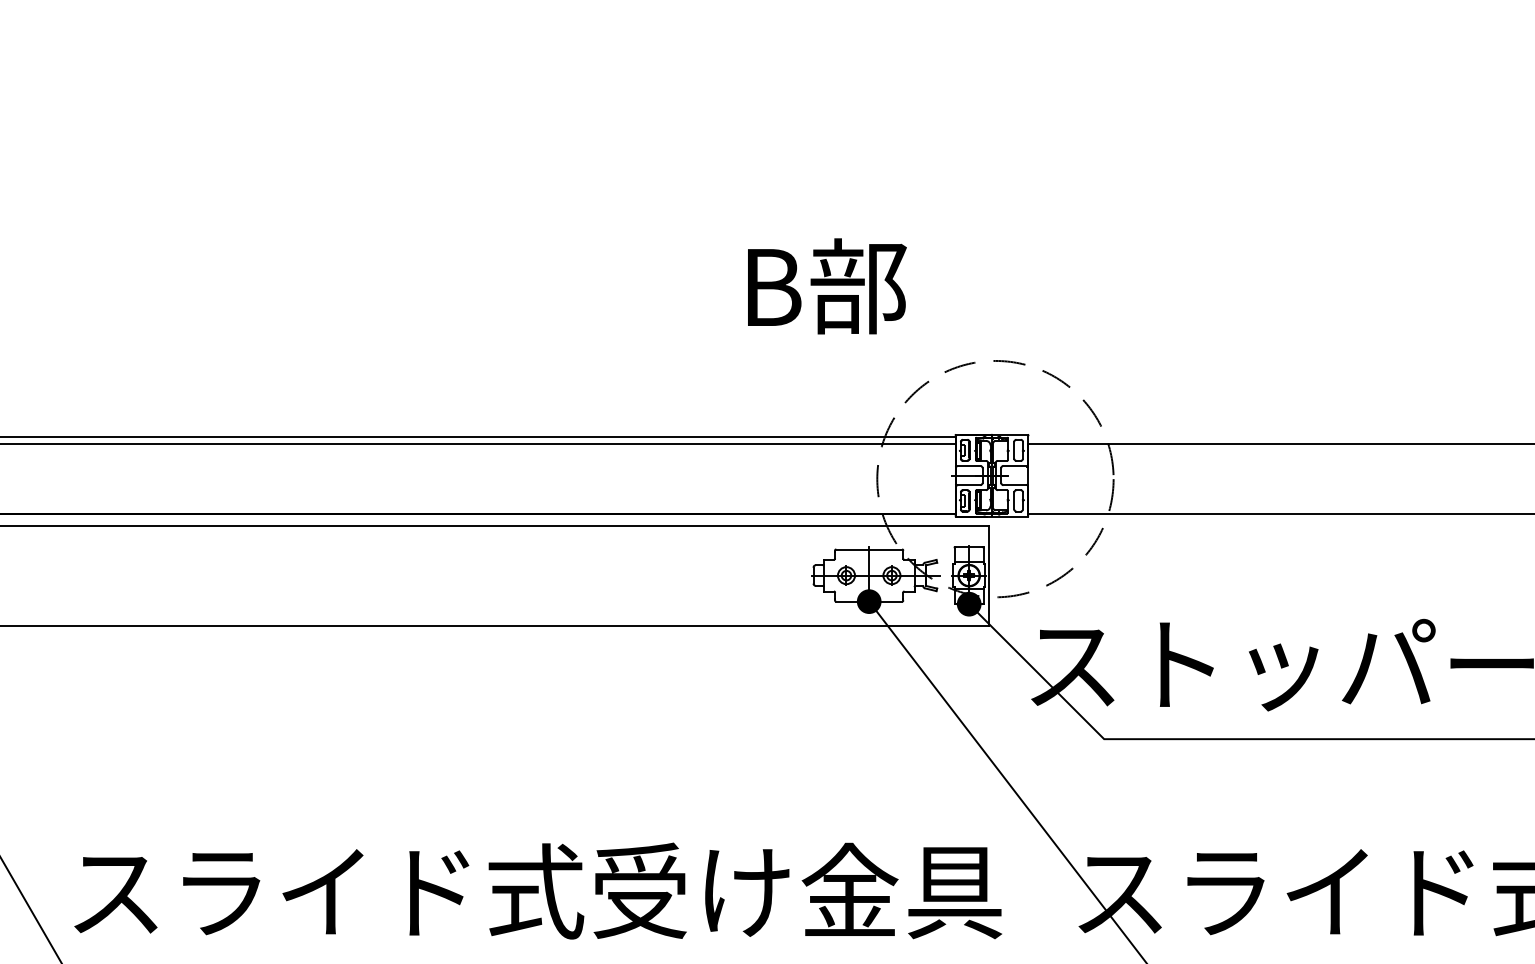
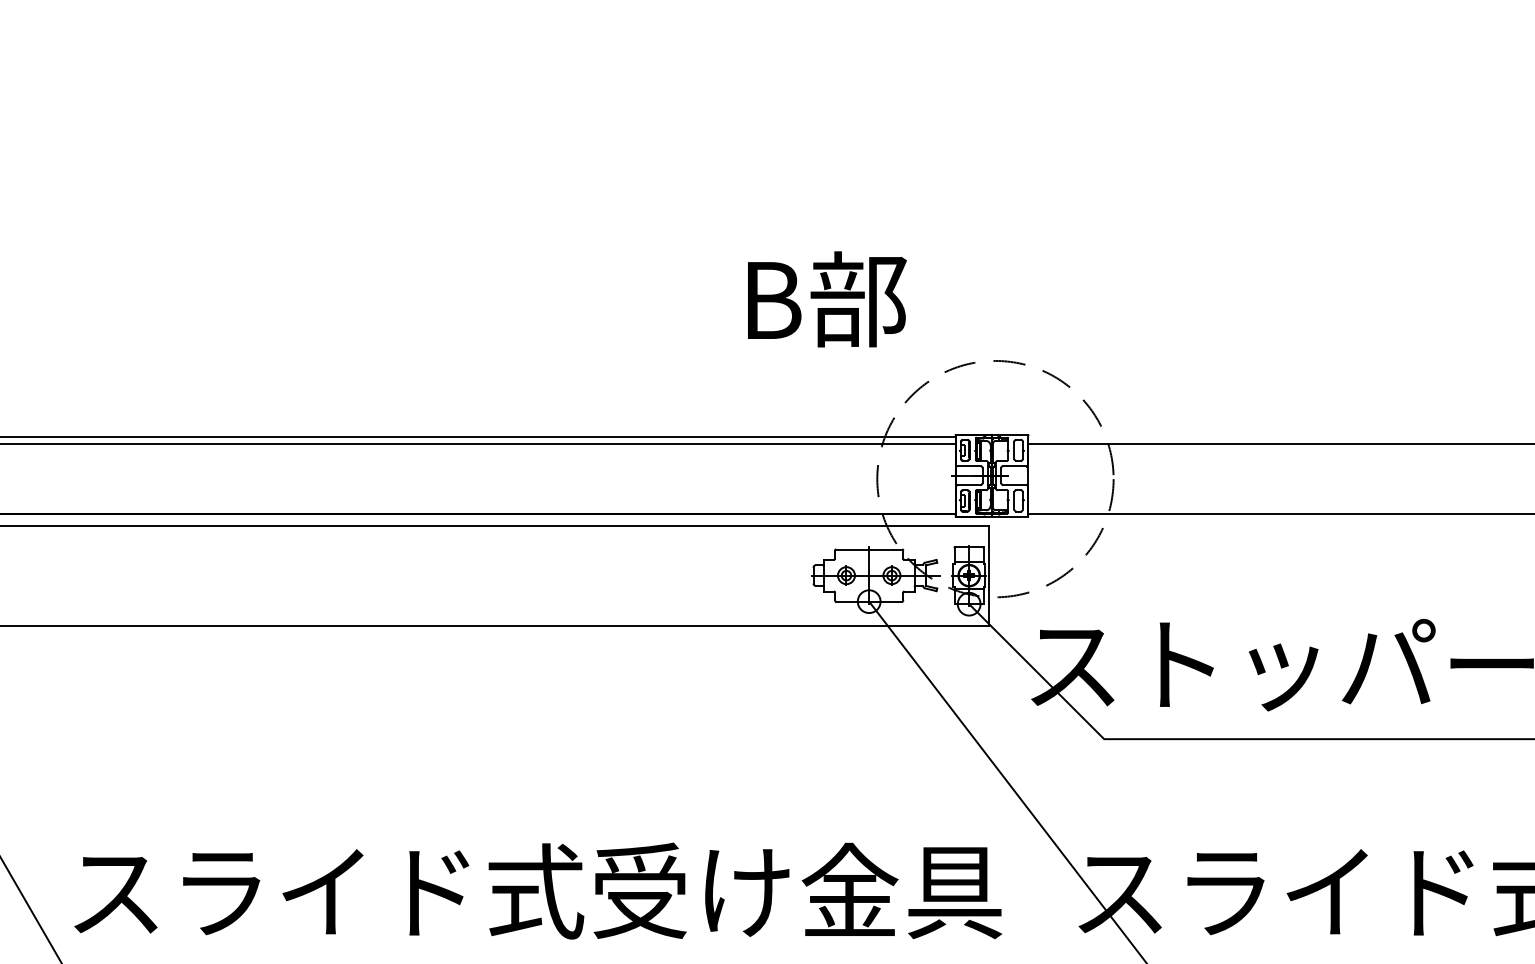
text at (827, 286) position: (827, 286) -> (827, 299)
fill at (868, 601): present -> none
fill at (968, 603): present -> none
